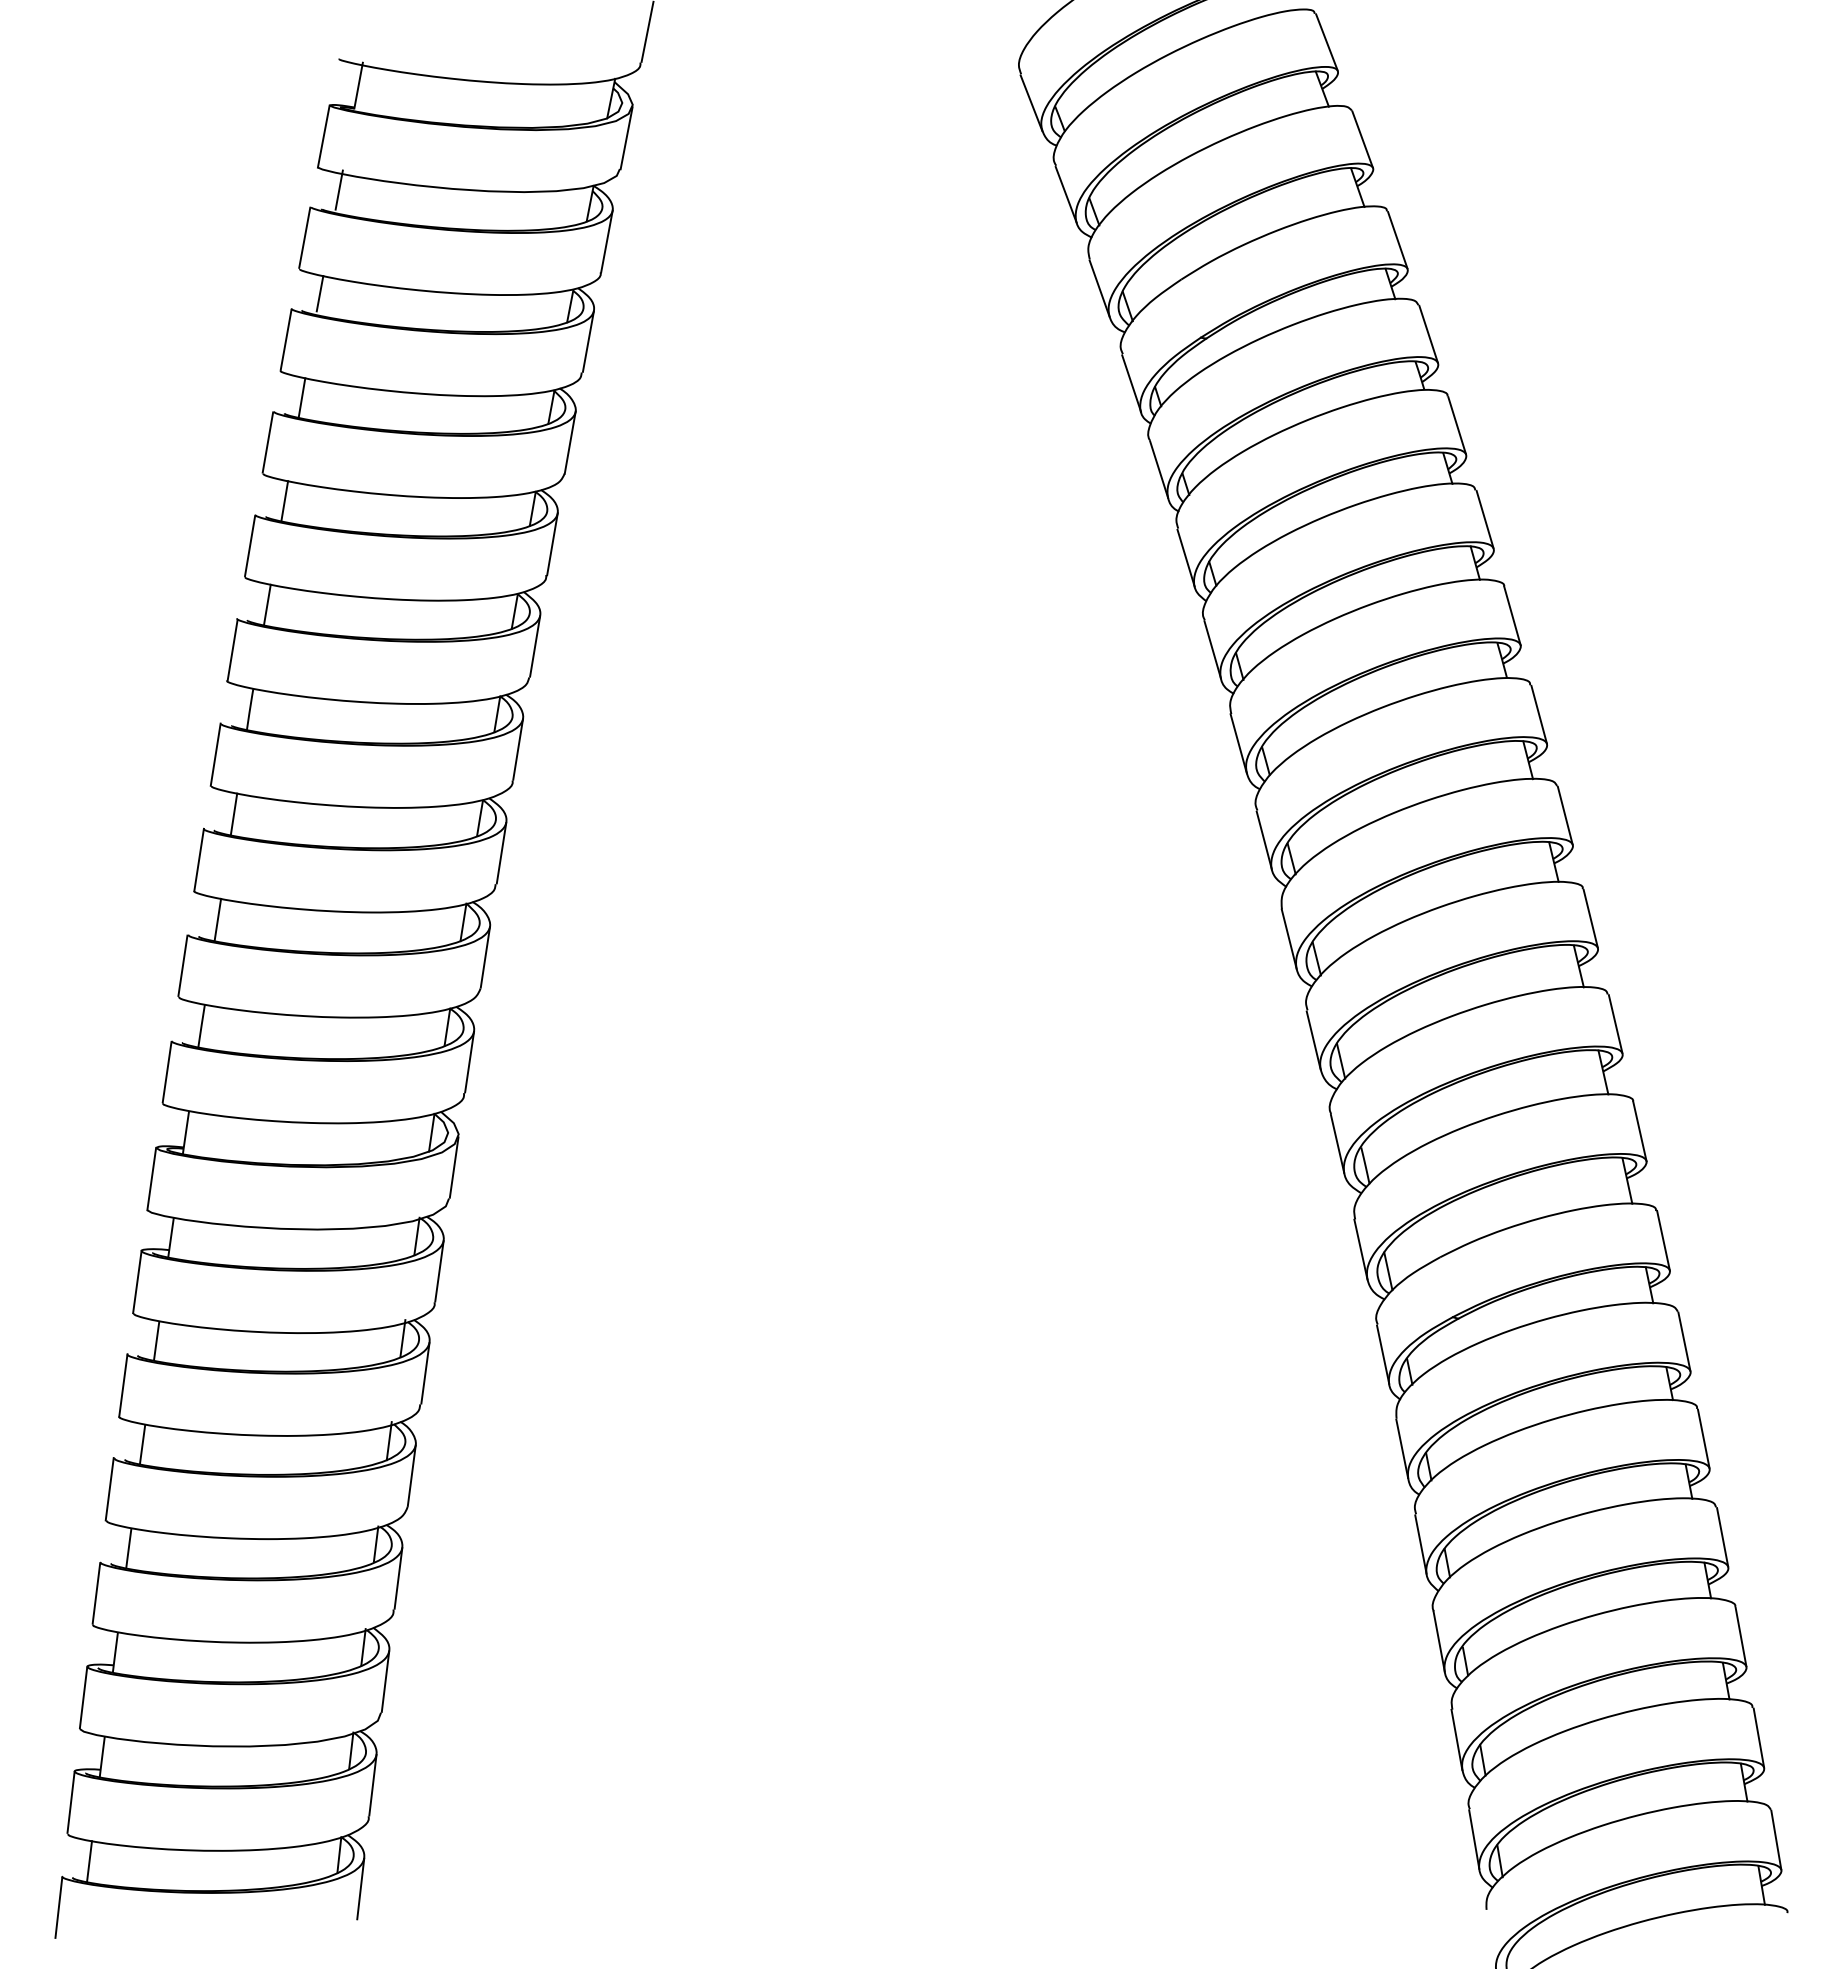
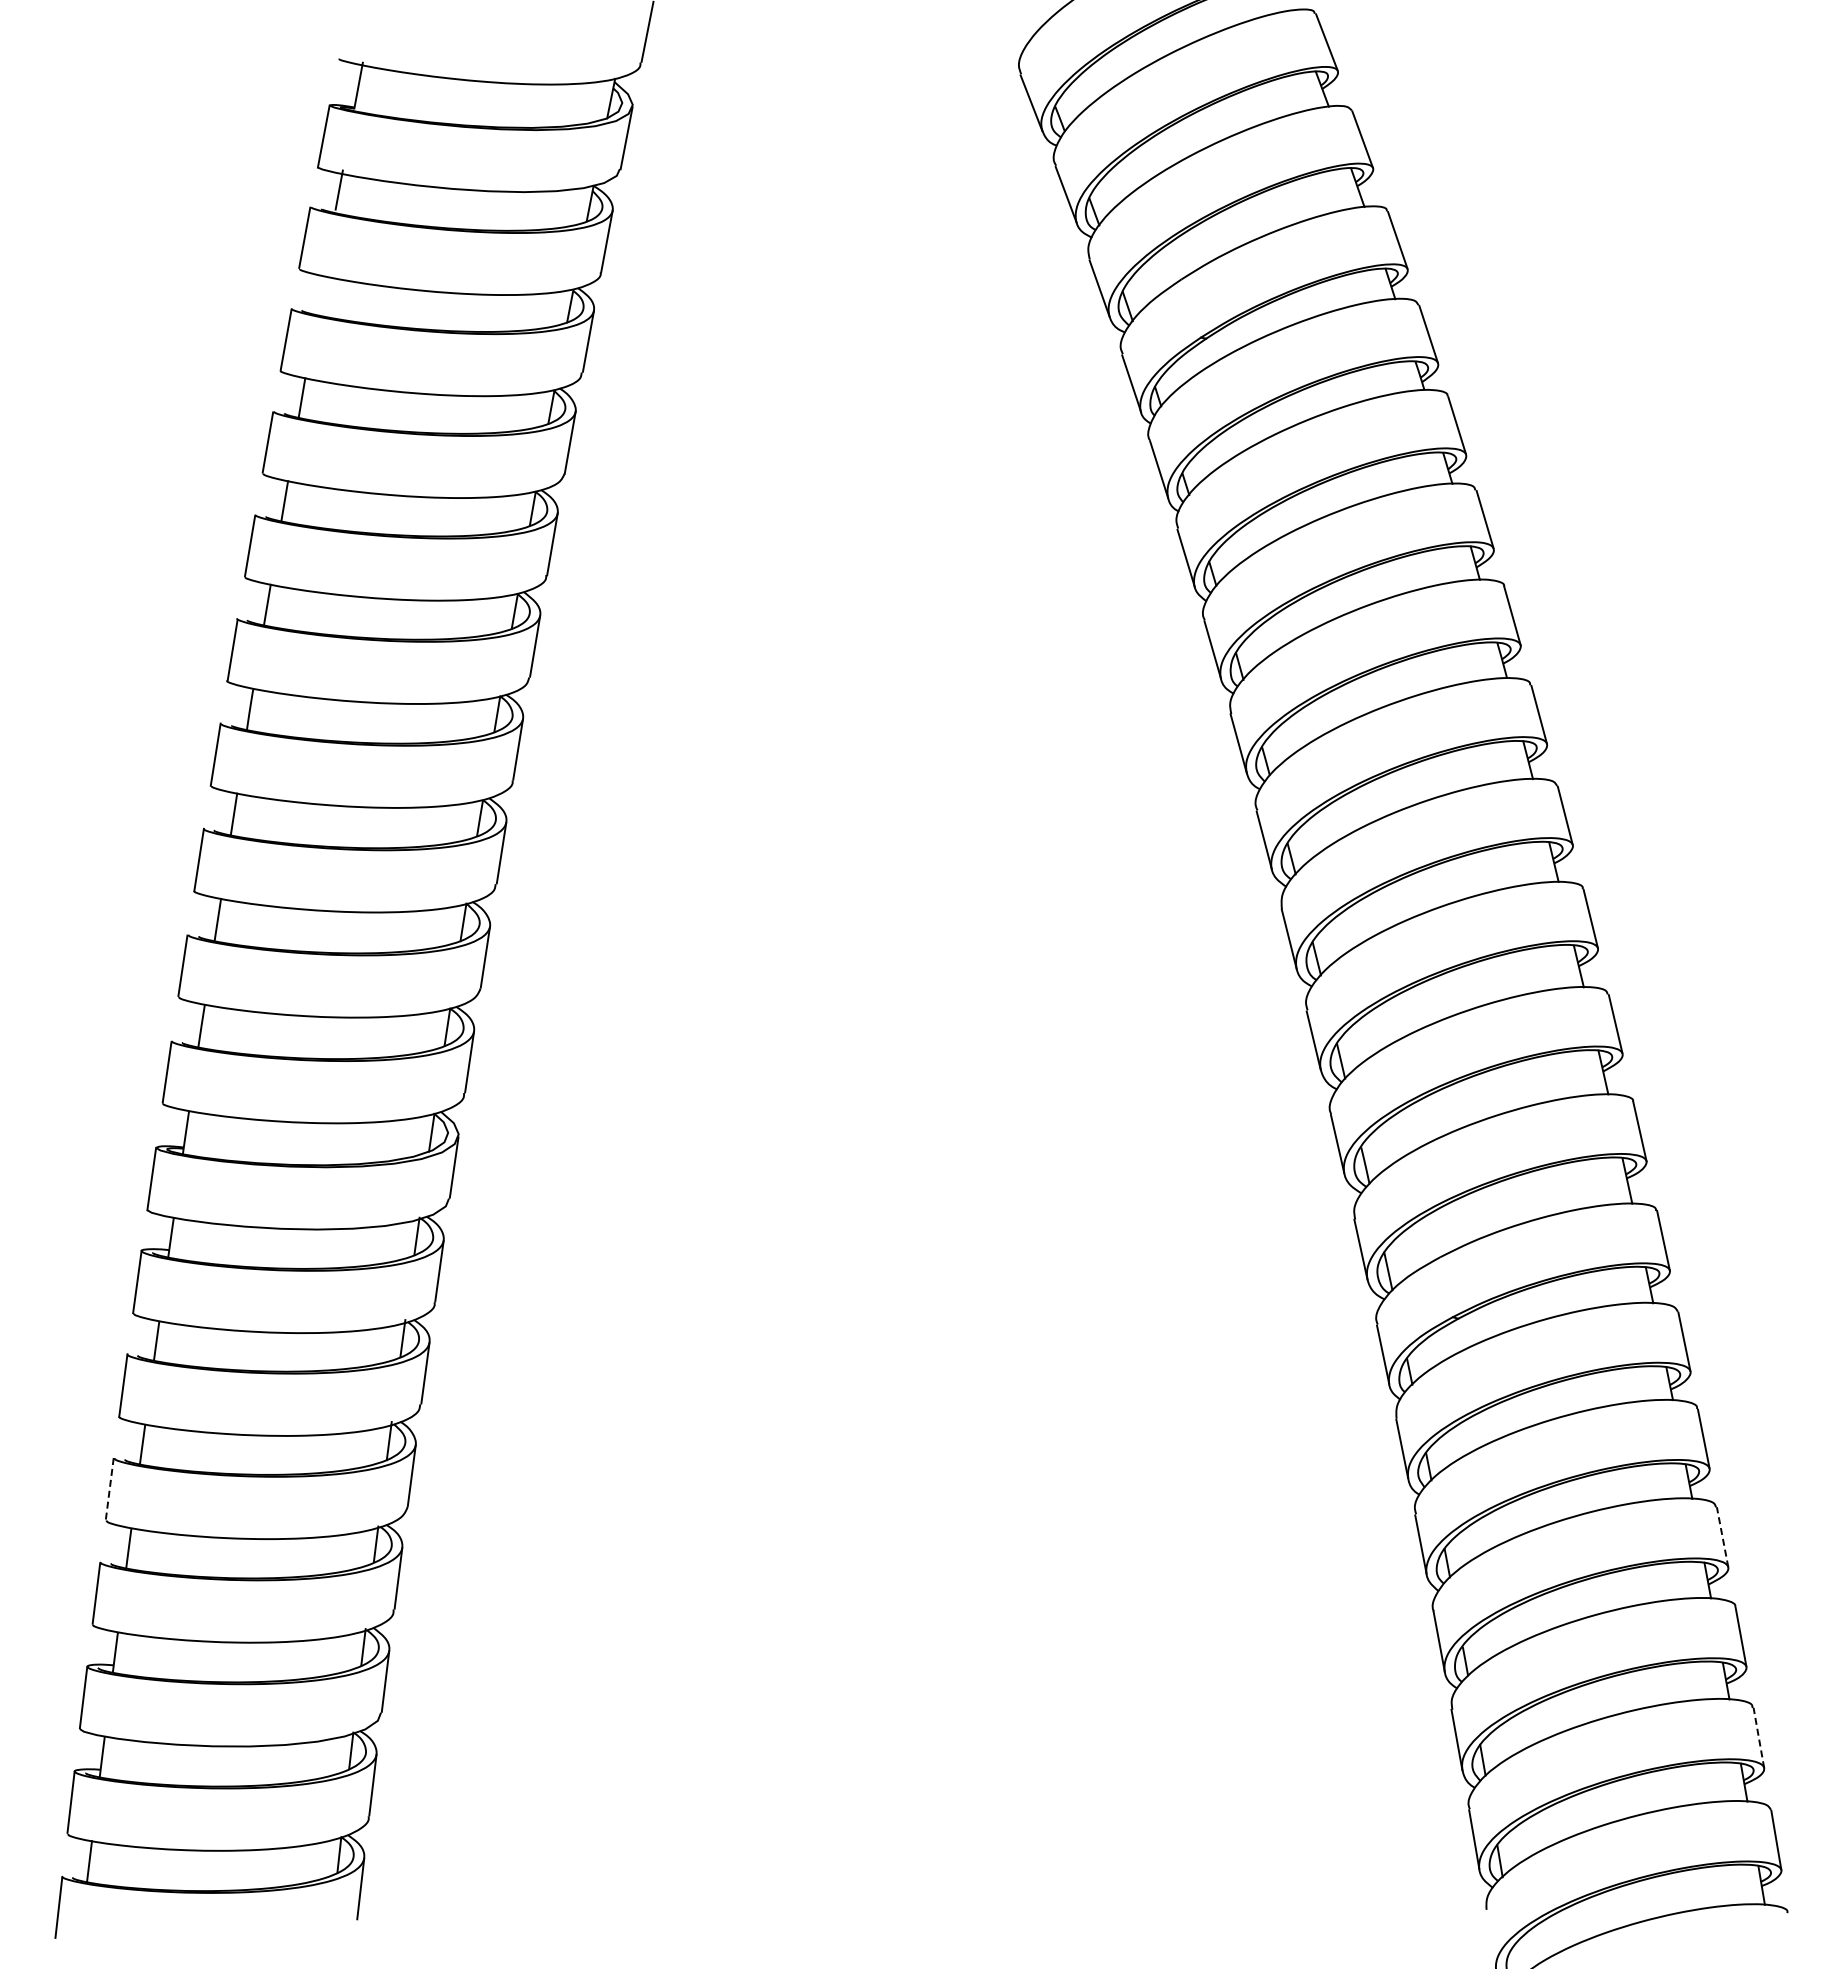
line at (319, 293): present -> none
line at (109, 1489): solid -> dashed
line at (1722, 1537): solid -> dashed
line at (1758, 1737): solid -> dashed
